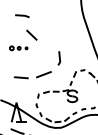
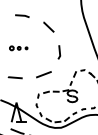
line at (31, 34) position: (31, 34) -> (48, 26)
line at (59, 58) position: (59, 58) -> (59, 52)
line at (20, 77) position: (20, 77) -> (14, 77)
